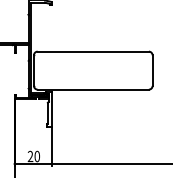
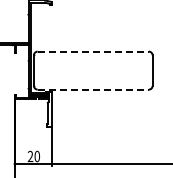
line at (93, 51): solid -> dashed
line at (93, 89): solid -> dashed
